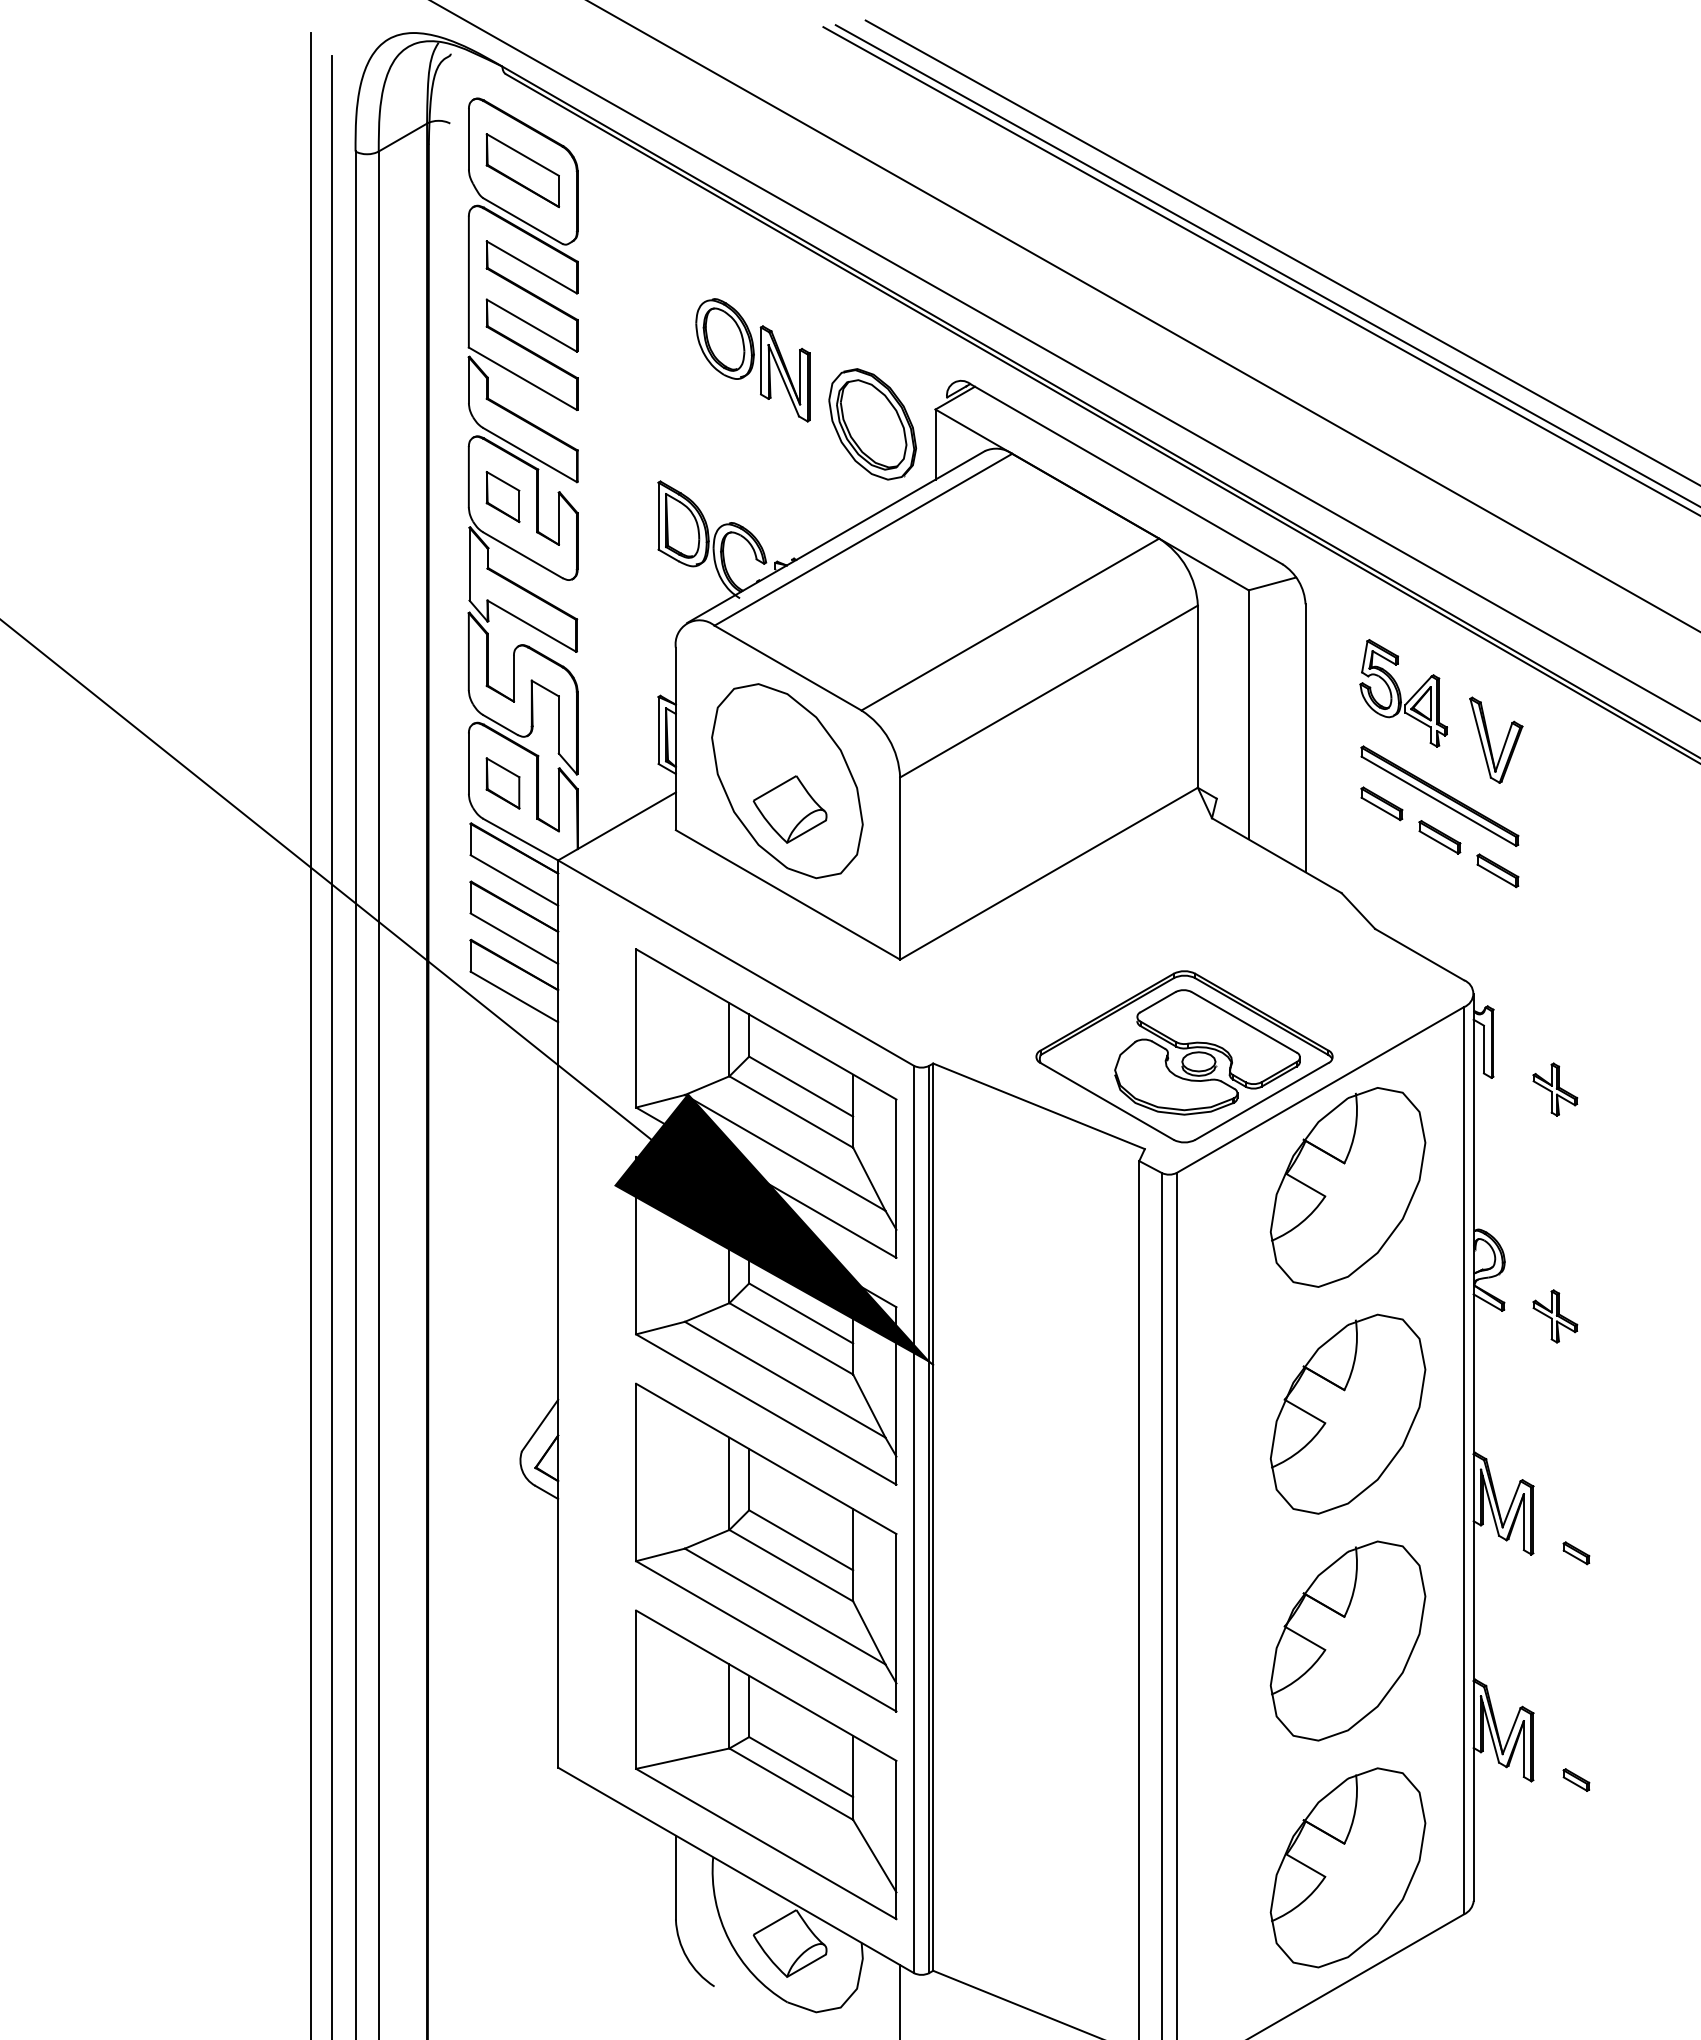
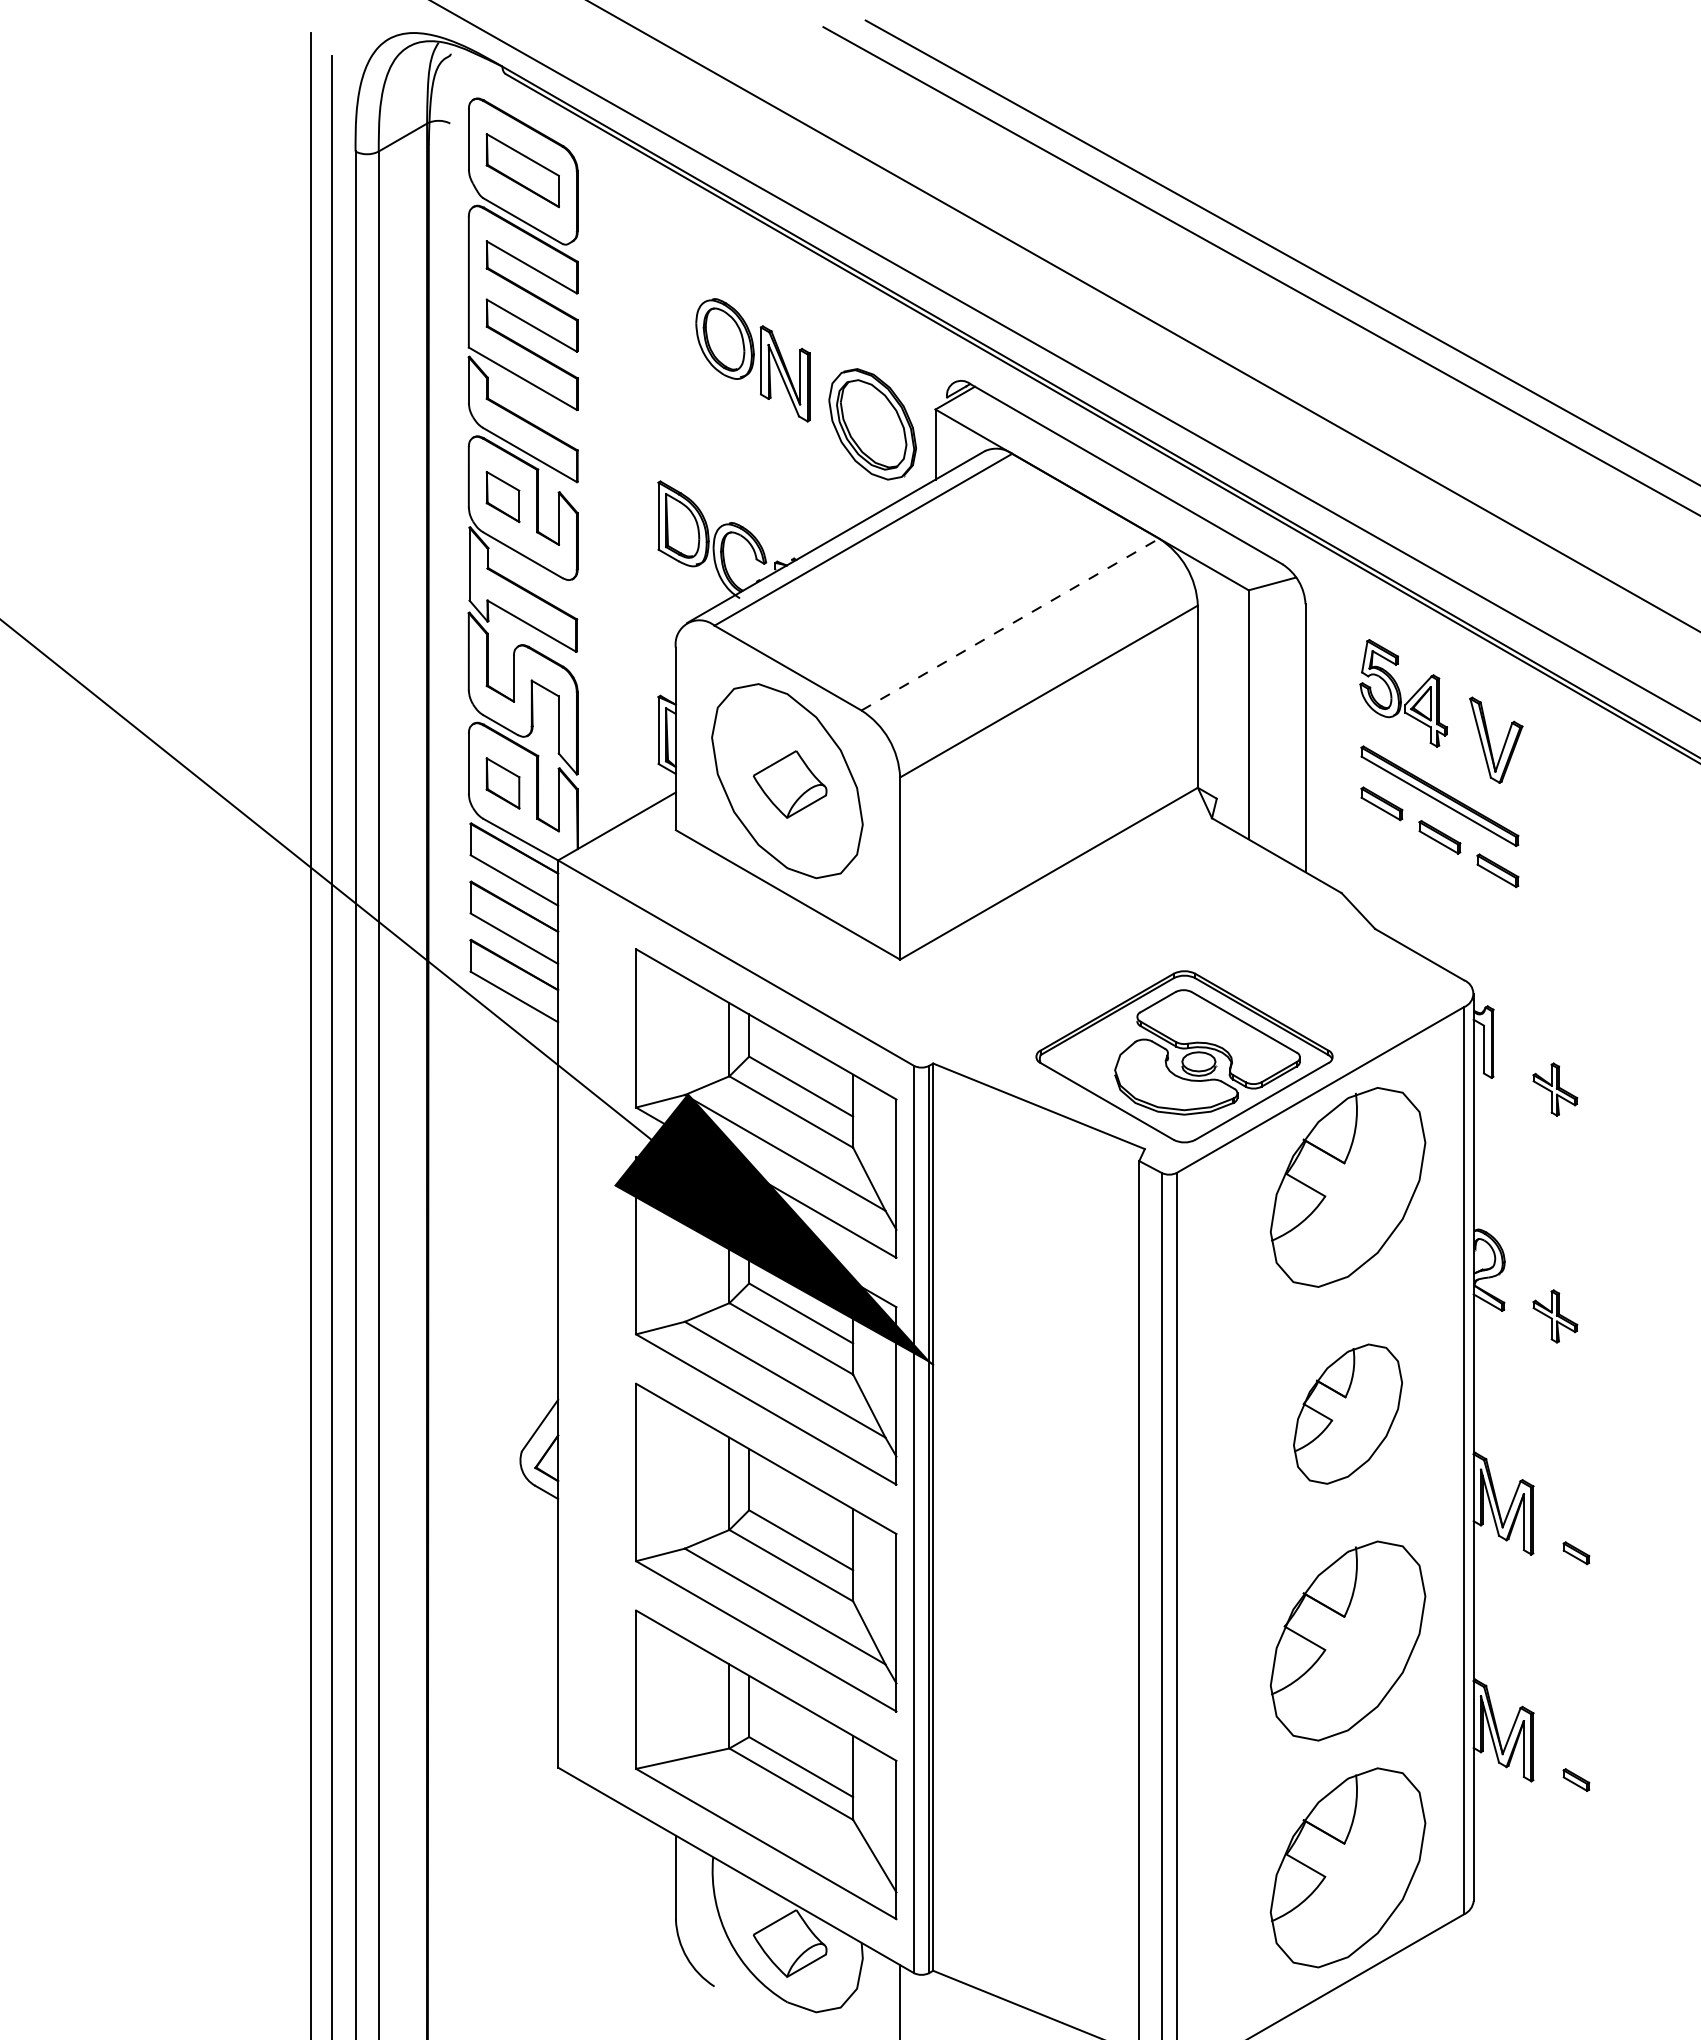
line at (1266, 265): present -> none
line at (1010, 624): solid -> dashed
part at (789, 809) position: (789, 809) -> (789, 784)
part at (1347, 1413) size: 158x202 px -> 110x142 px
